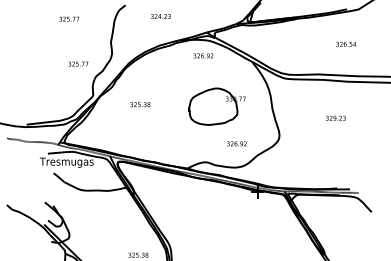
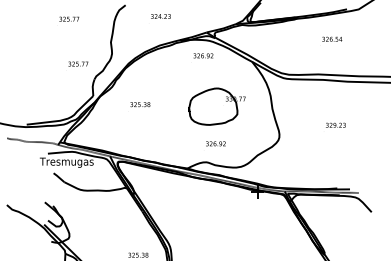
text at (346, 43) position: (346, 43) -> (332, 38)
text at (335, 117) position: (335, 117) -> (335, 124)
text at (236, 143) position: (236, 143) -> (215, 143)
